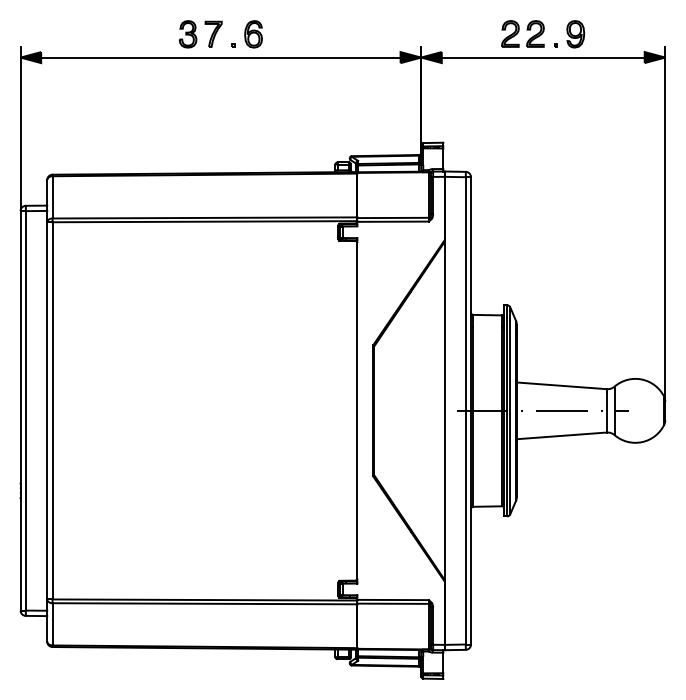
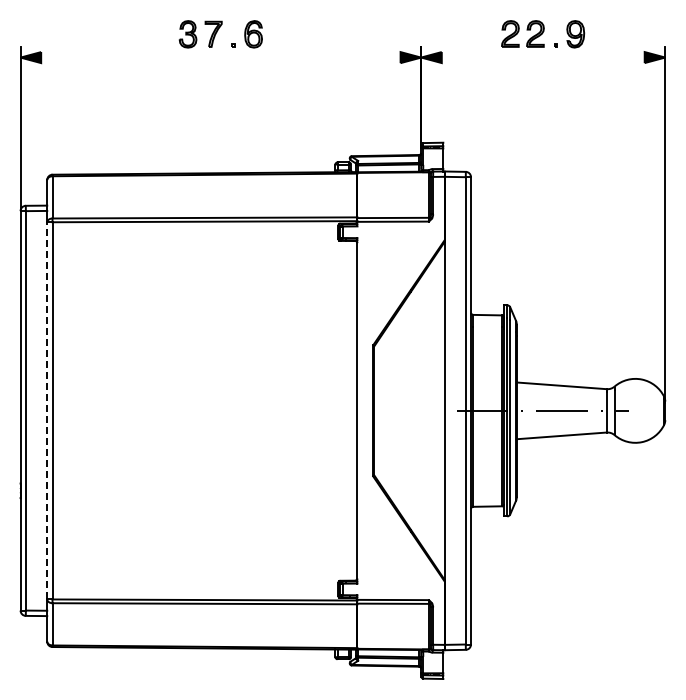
line at (220, 57): present -> none
line at (542, 57): present -> none
line at (47, 410): solid -> dashed
